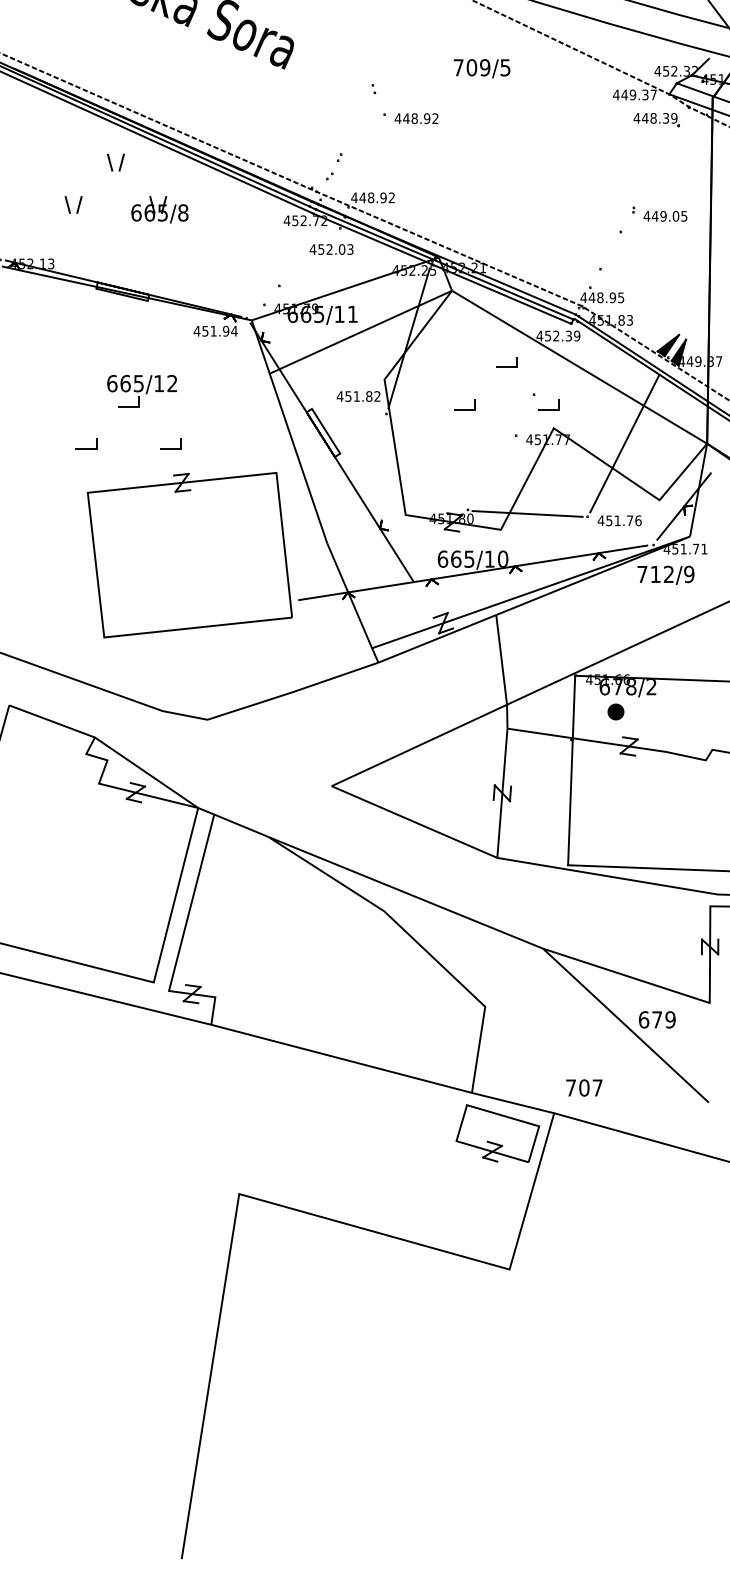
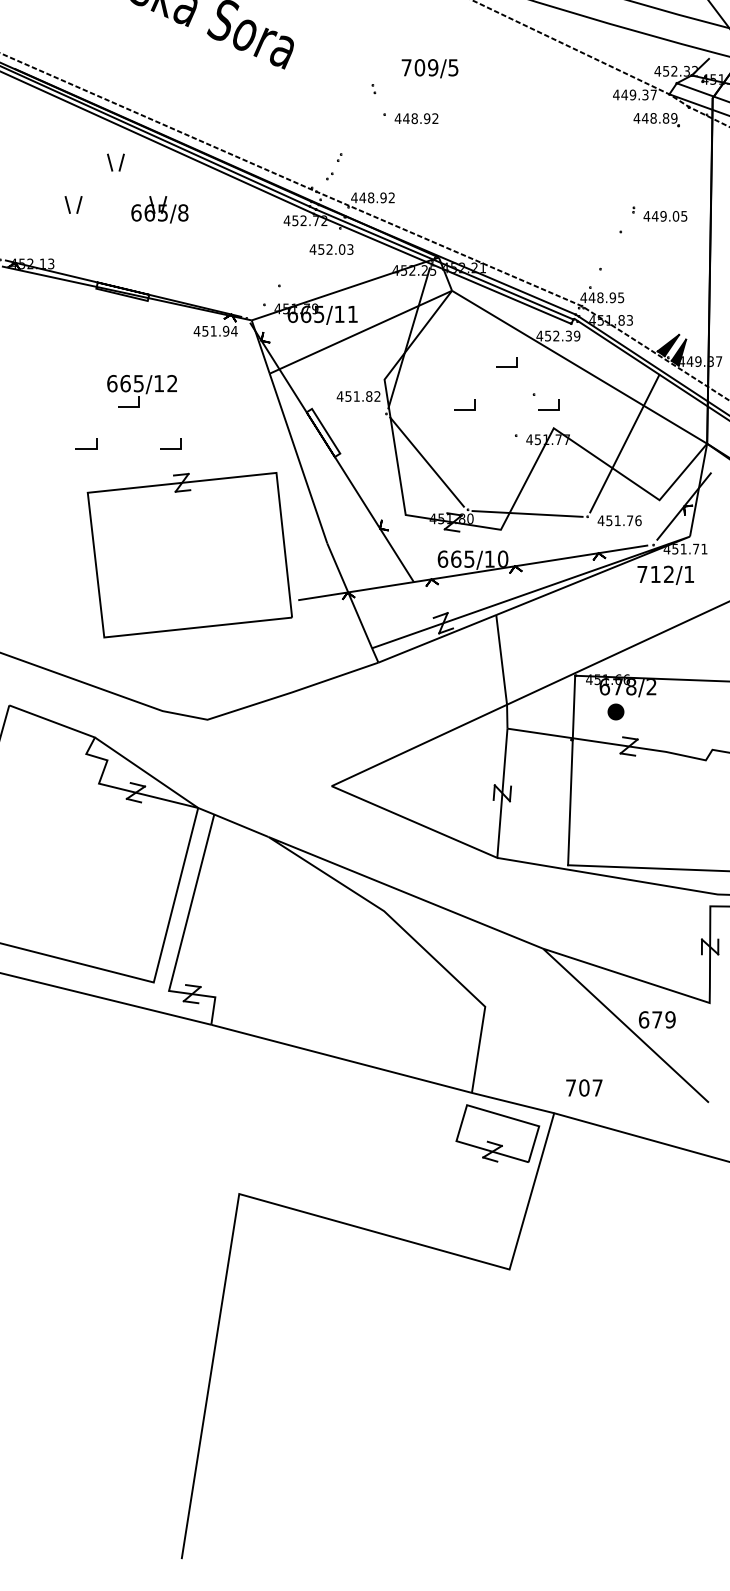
text at (481, 68) position: (481, 68) -> (429, 68)
text at (665, 118): 448.39 -> 448.89
line at (426, 461): none -> present
text at (689, 574): 712/9 -> 712/1
